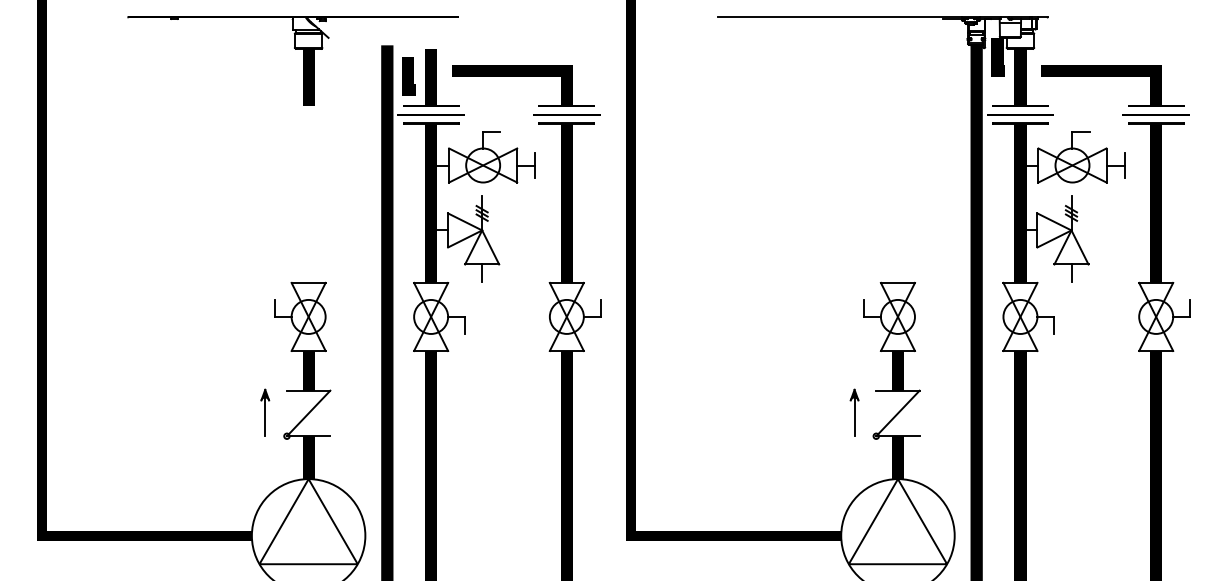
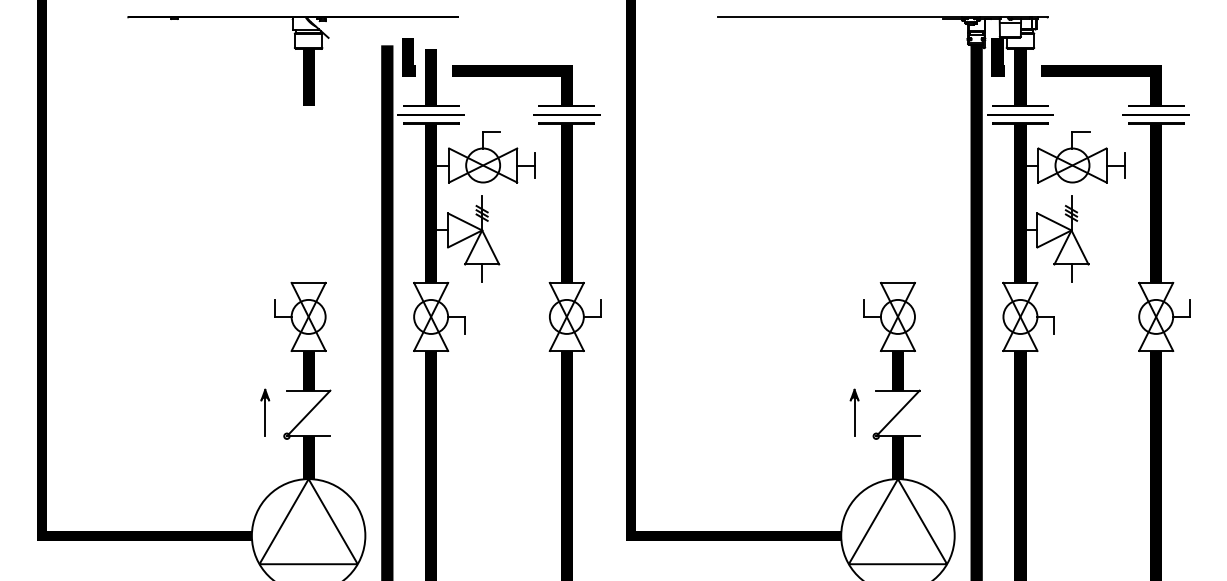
line at (408, 76) position: (408, 76) -> (408, 57)
